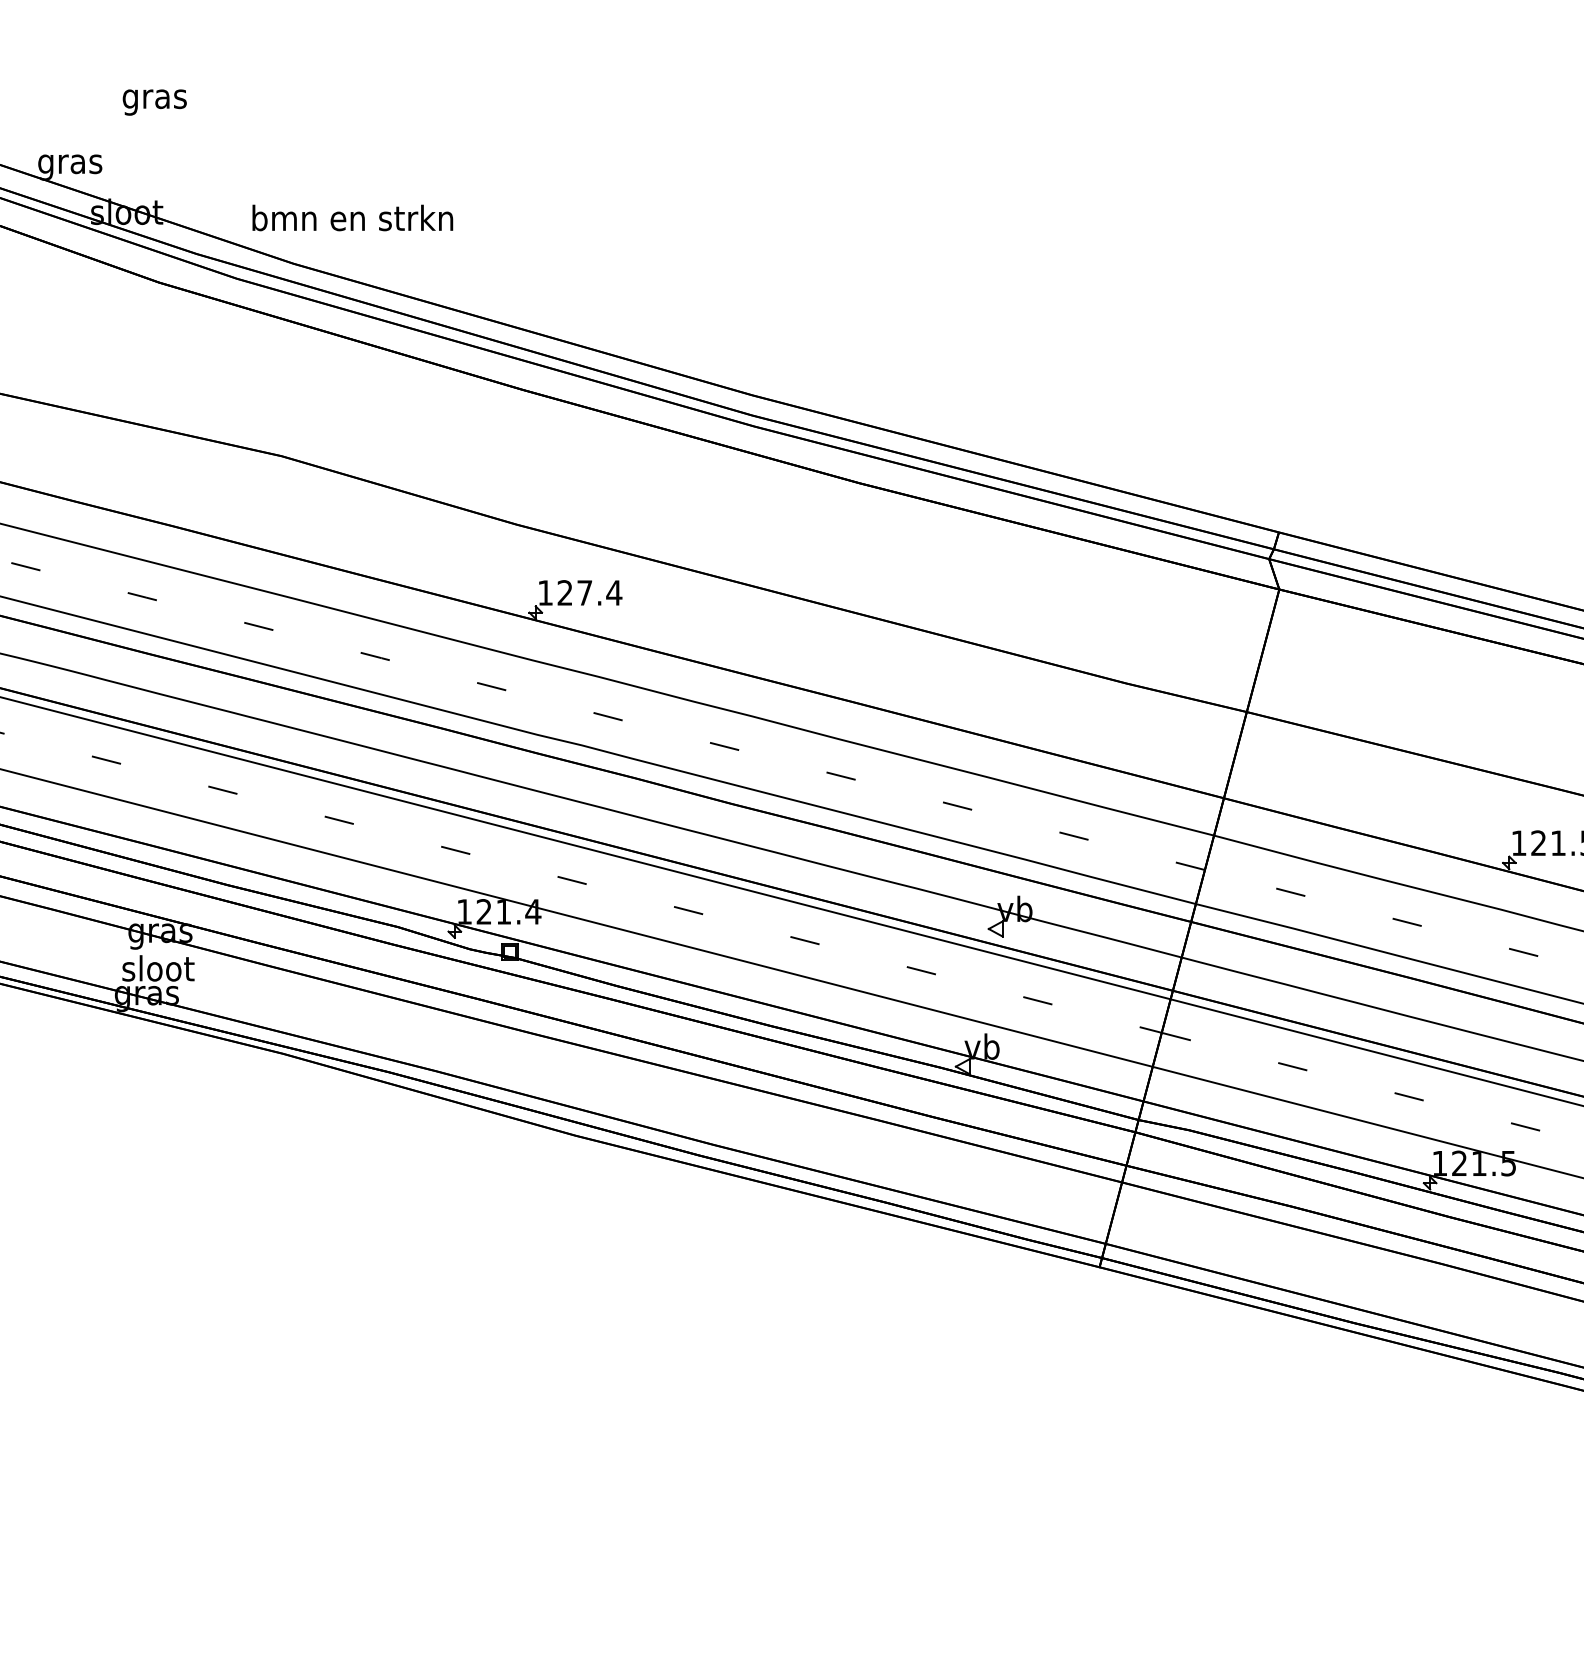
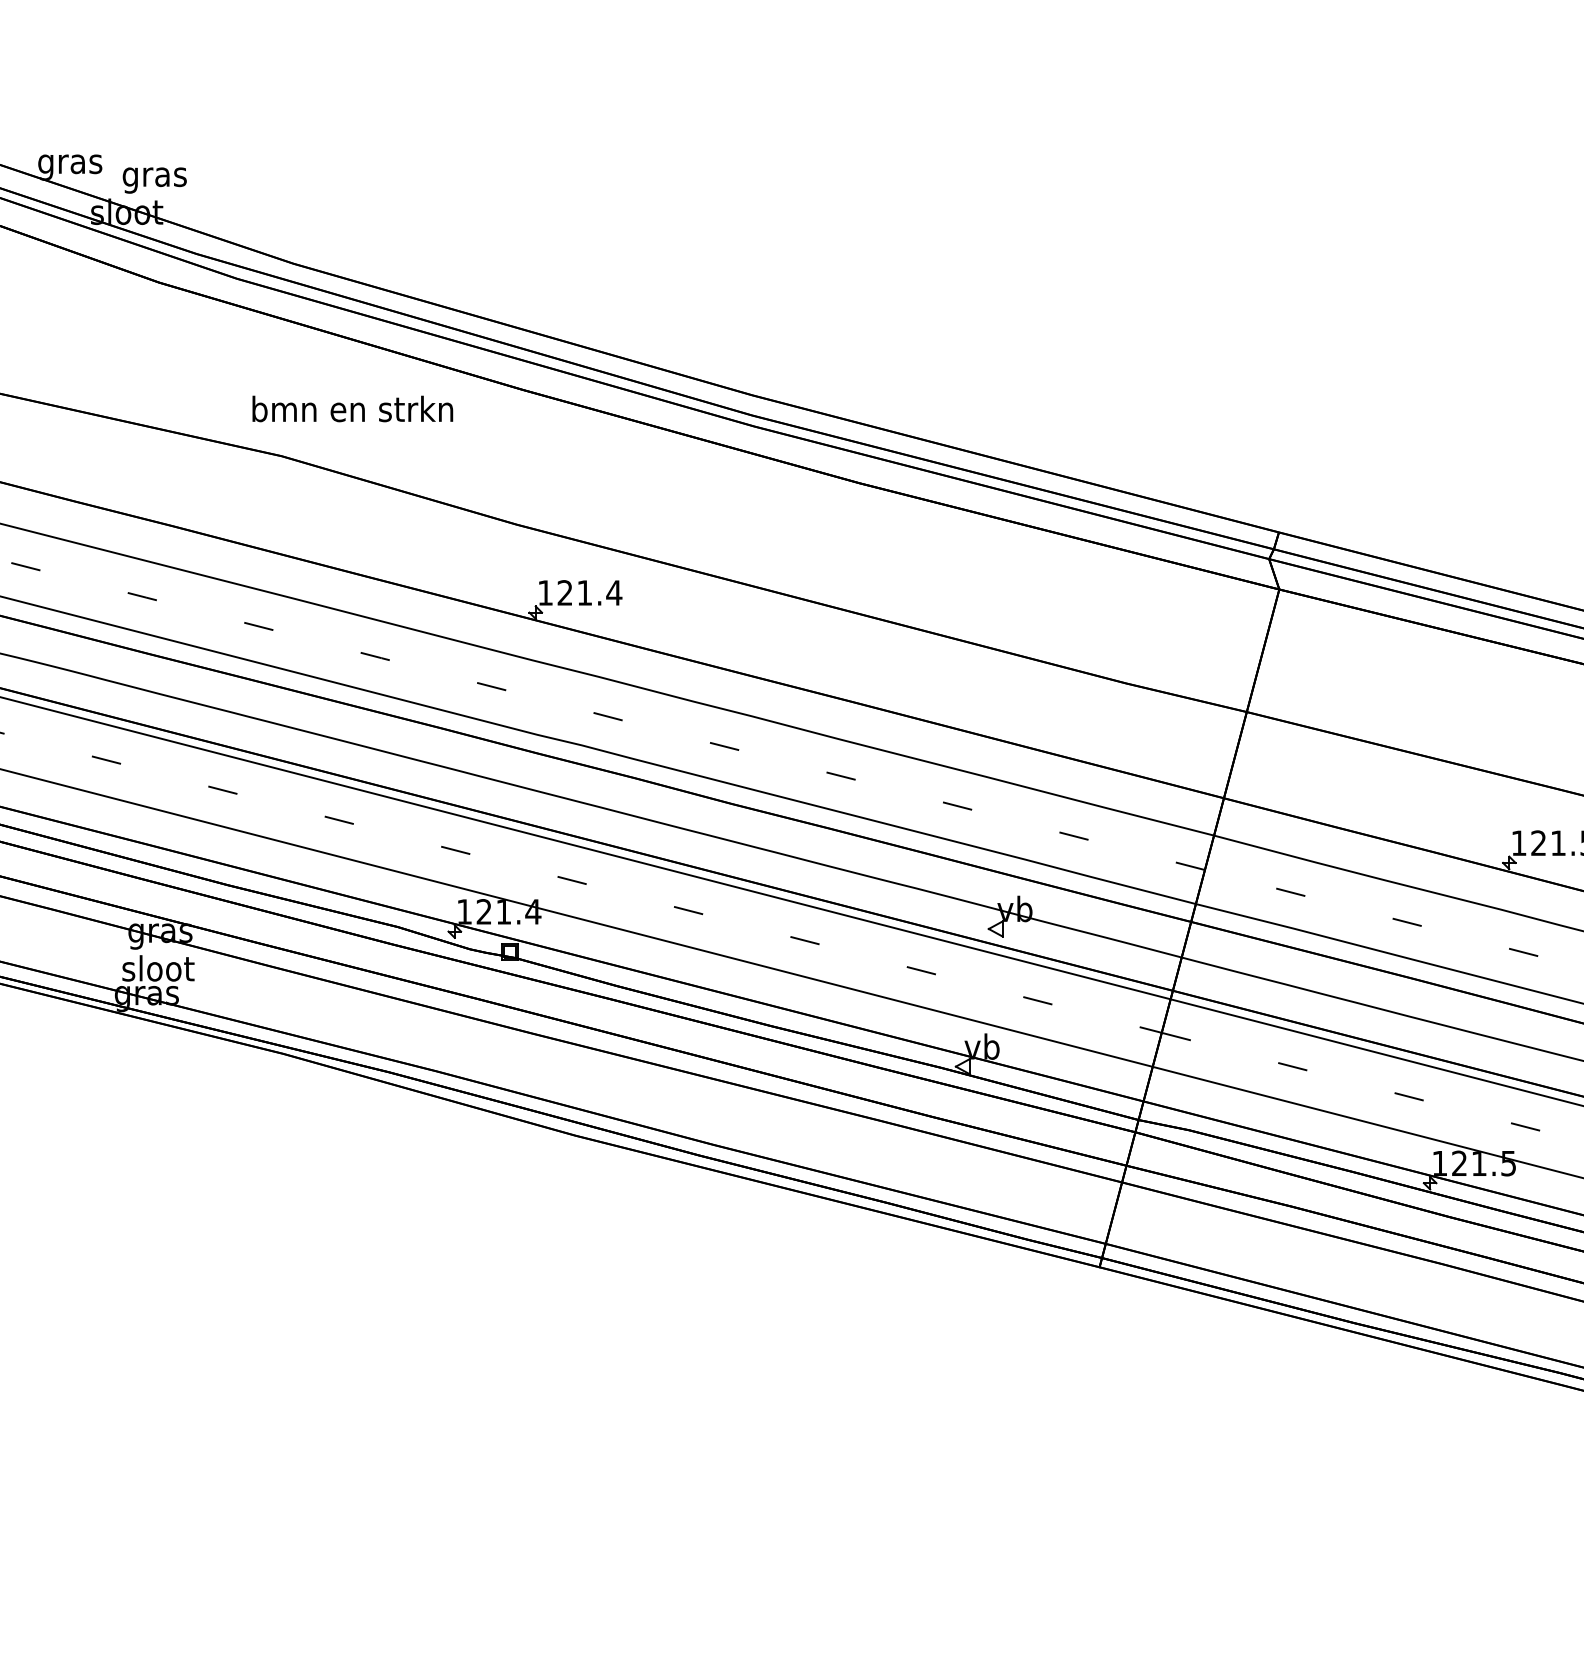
text at (154, 102) position: (154, 102) -> (154, 180)
text at (352, 217) position: (352, 217) -> (352, 408)
text at (584, 592): 127.4 -> 121.4
